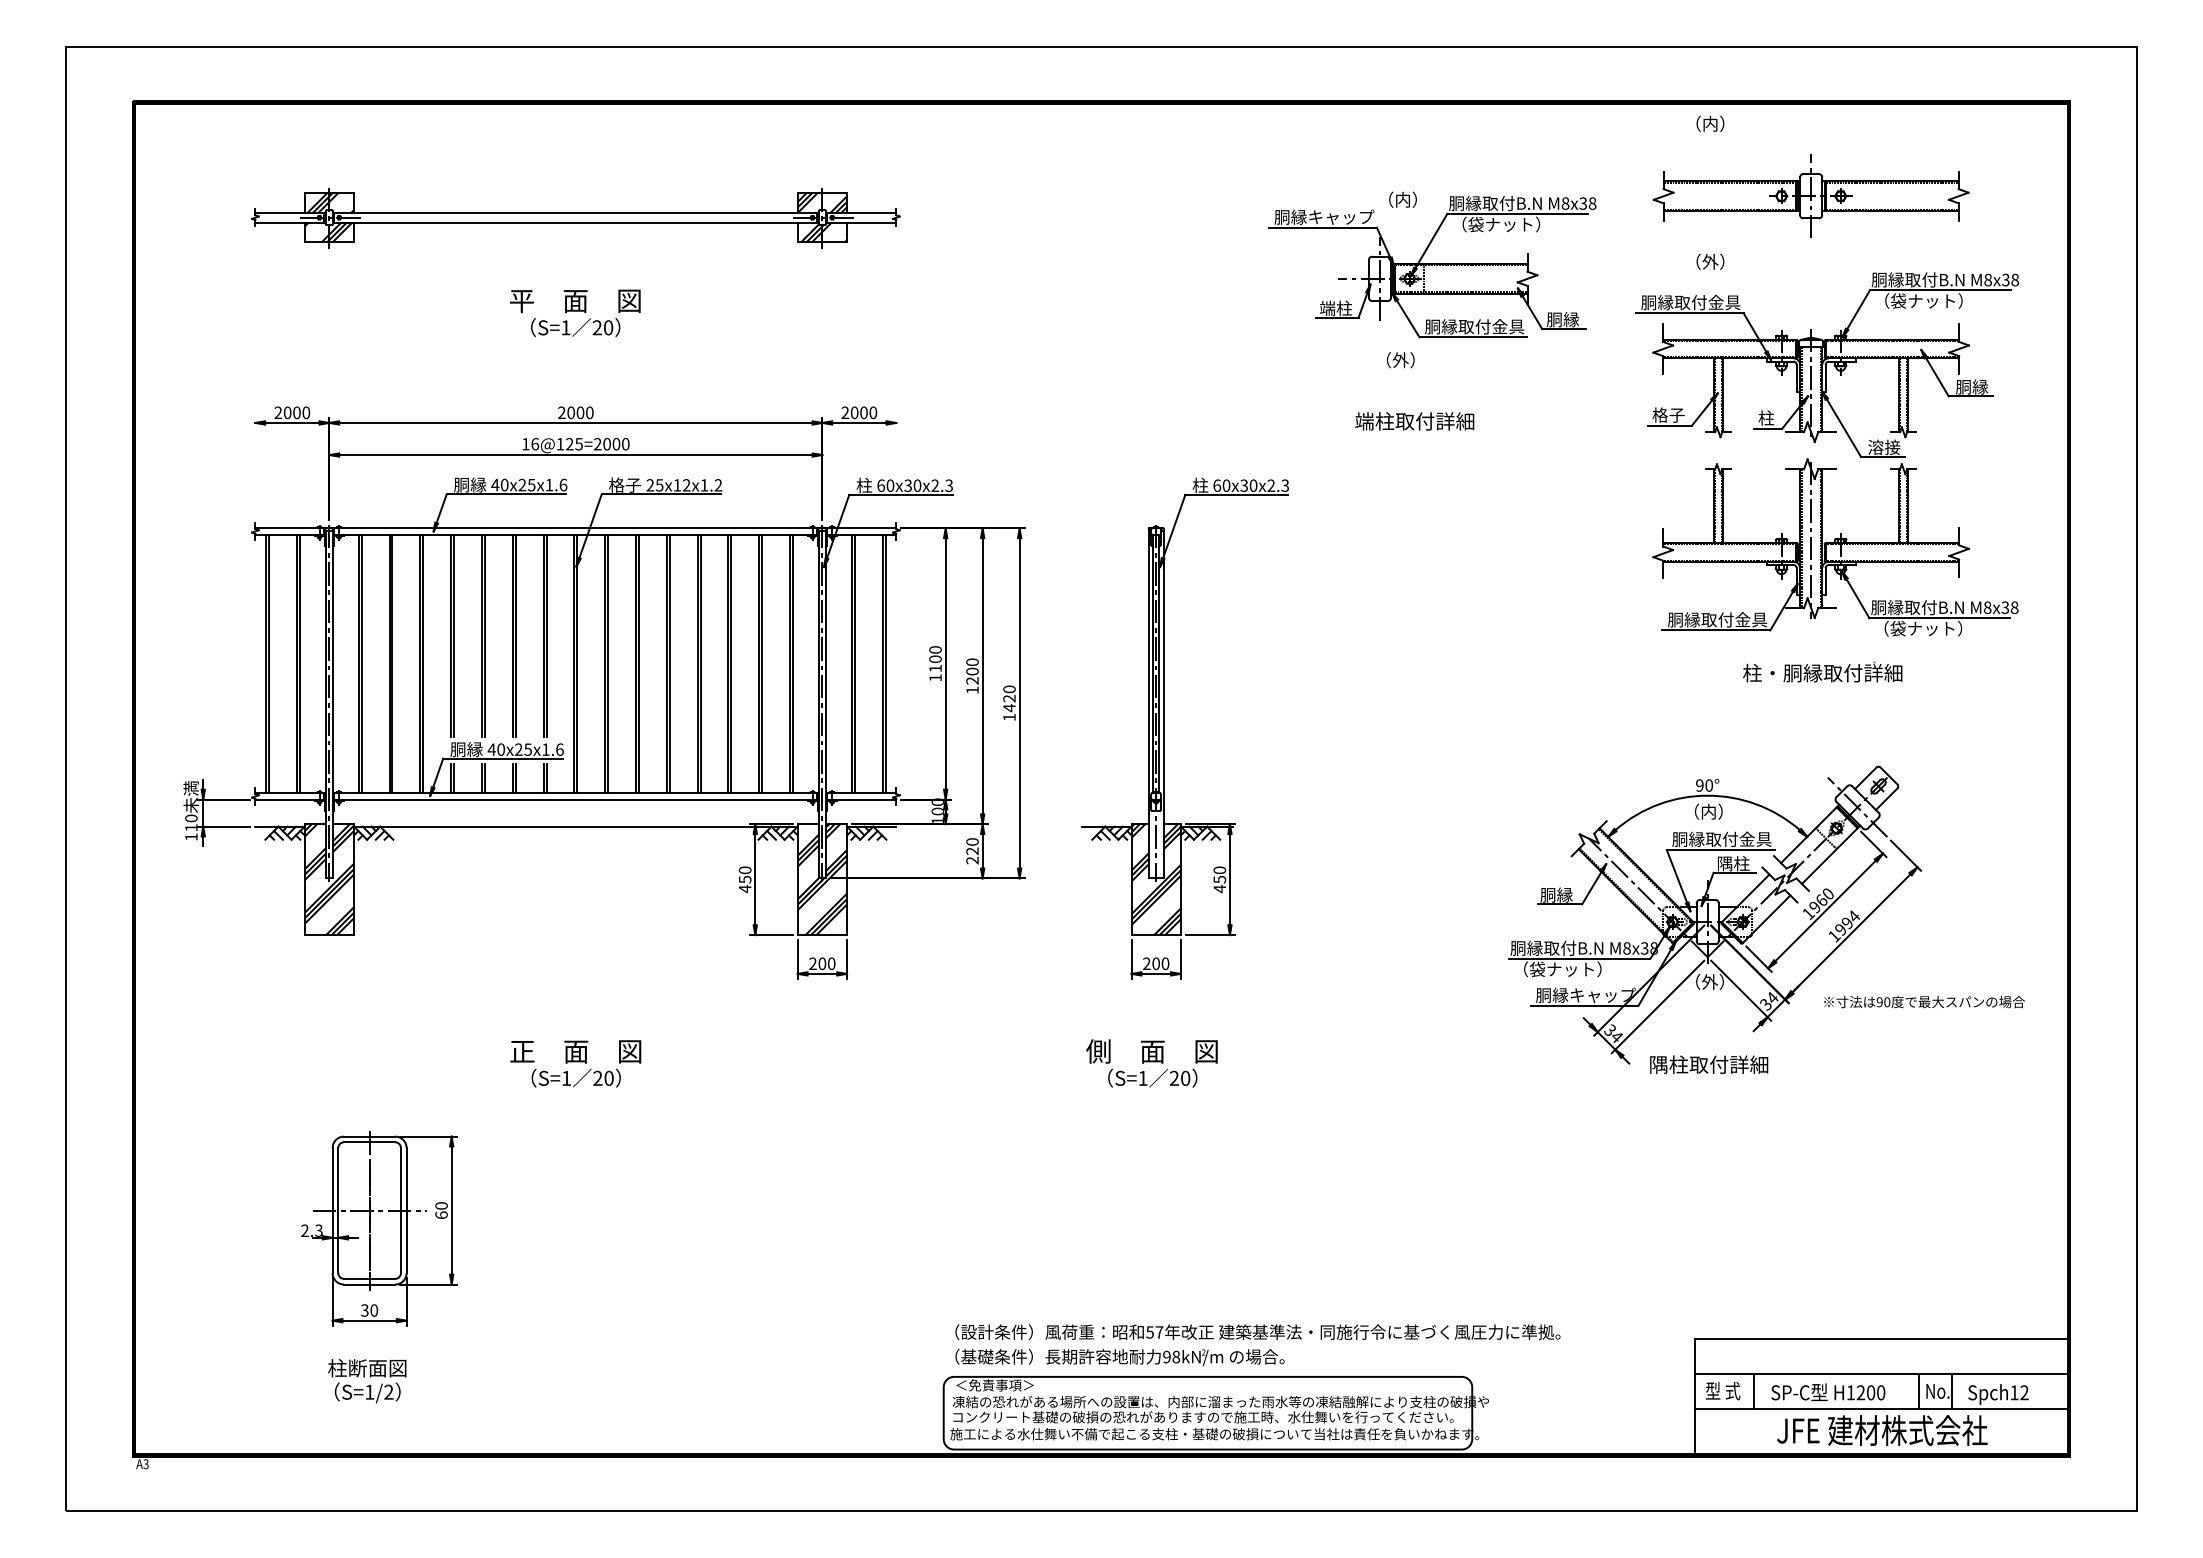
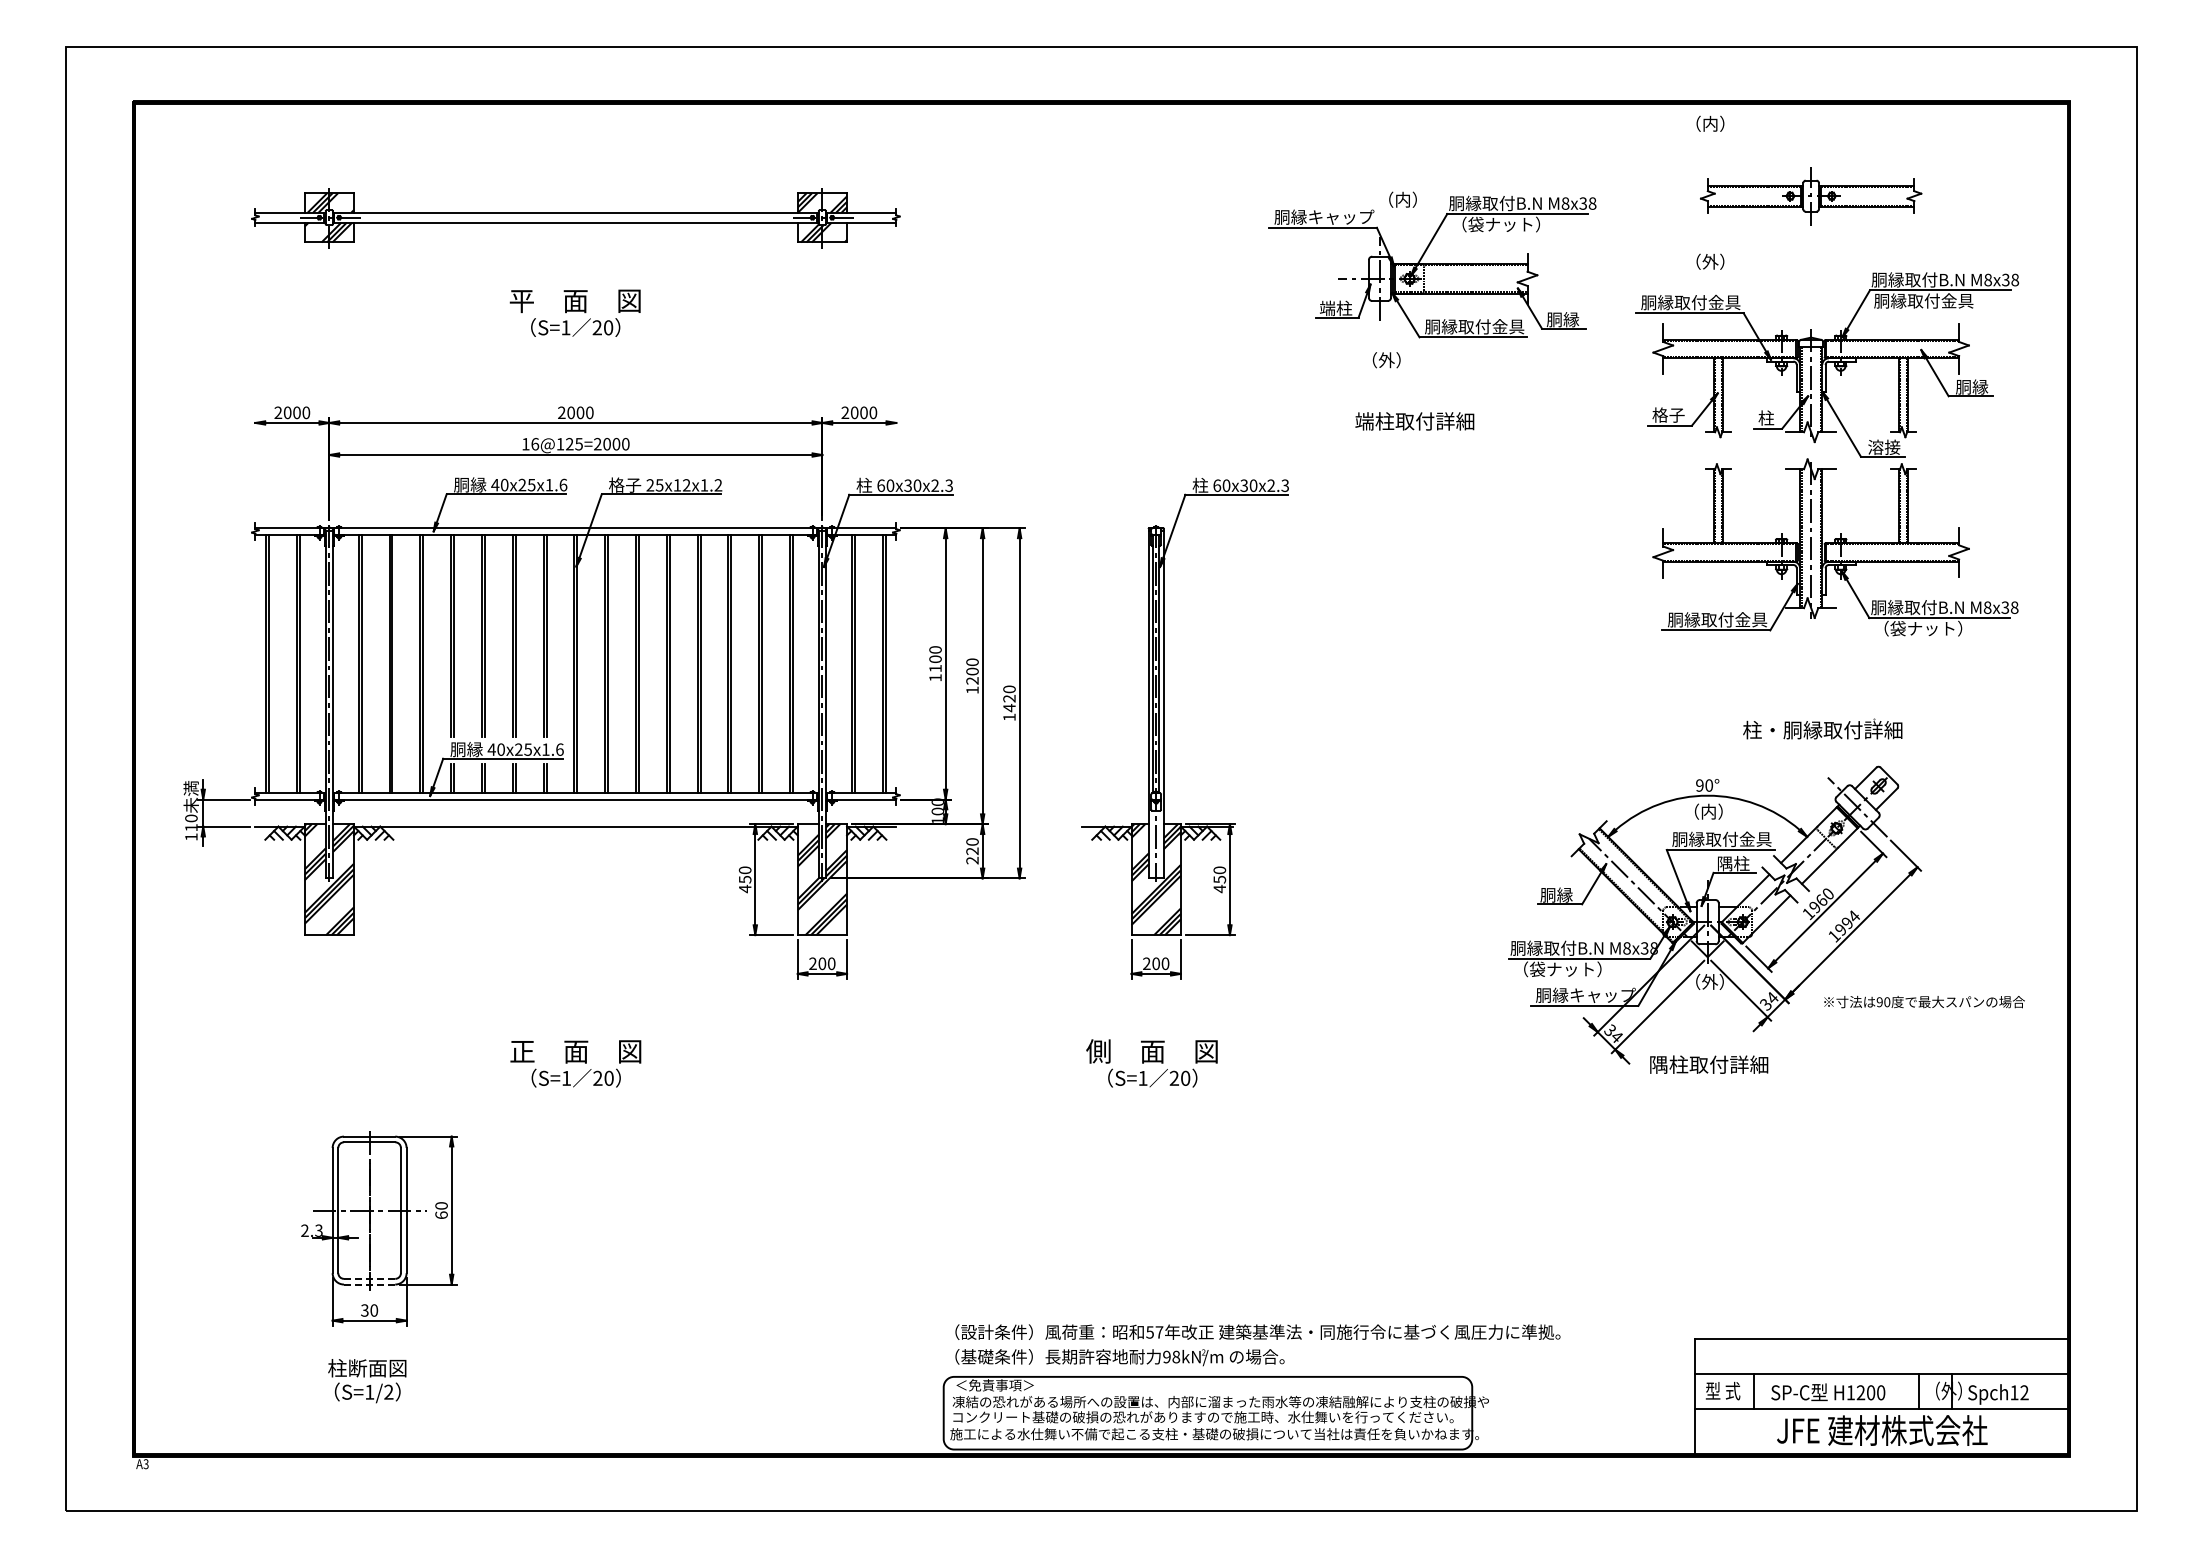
part at (1810, 195) size: 318x84 px -> 223x59 px
text at (1923, 300): （袋ナット） -> 胴縁取付金具
text at (1400, 360) position: (1400, 360) -> (1386, 360)
part at (1822, 671) position: (1822, 671) -> (1822, 728)
line at (369, 1278): solid -> dashed
line at (369, 1284): solid -> dashed
text at (1943, 1390): No. -> （外）
